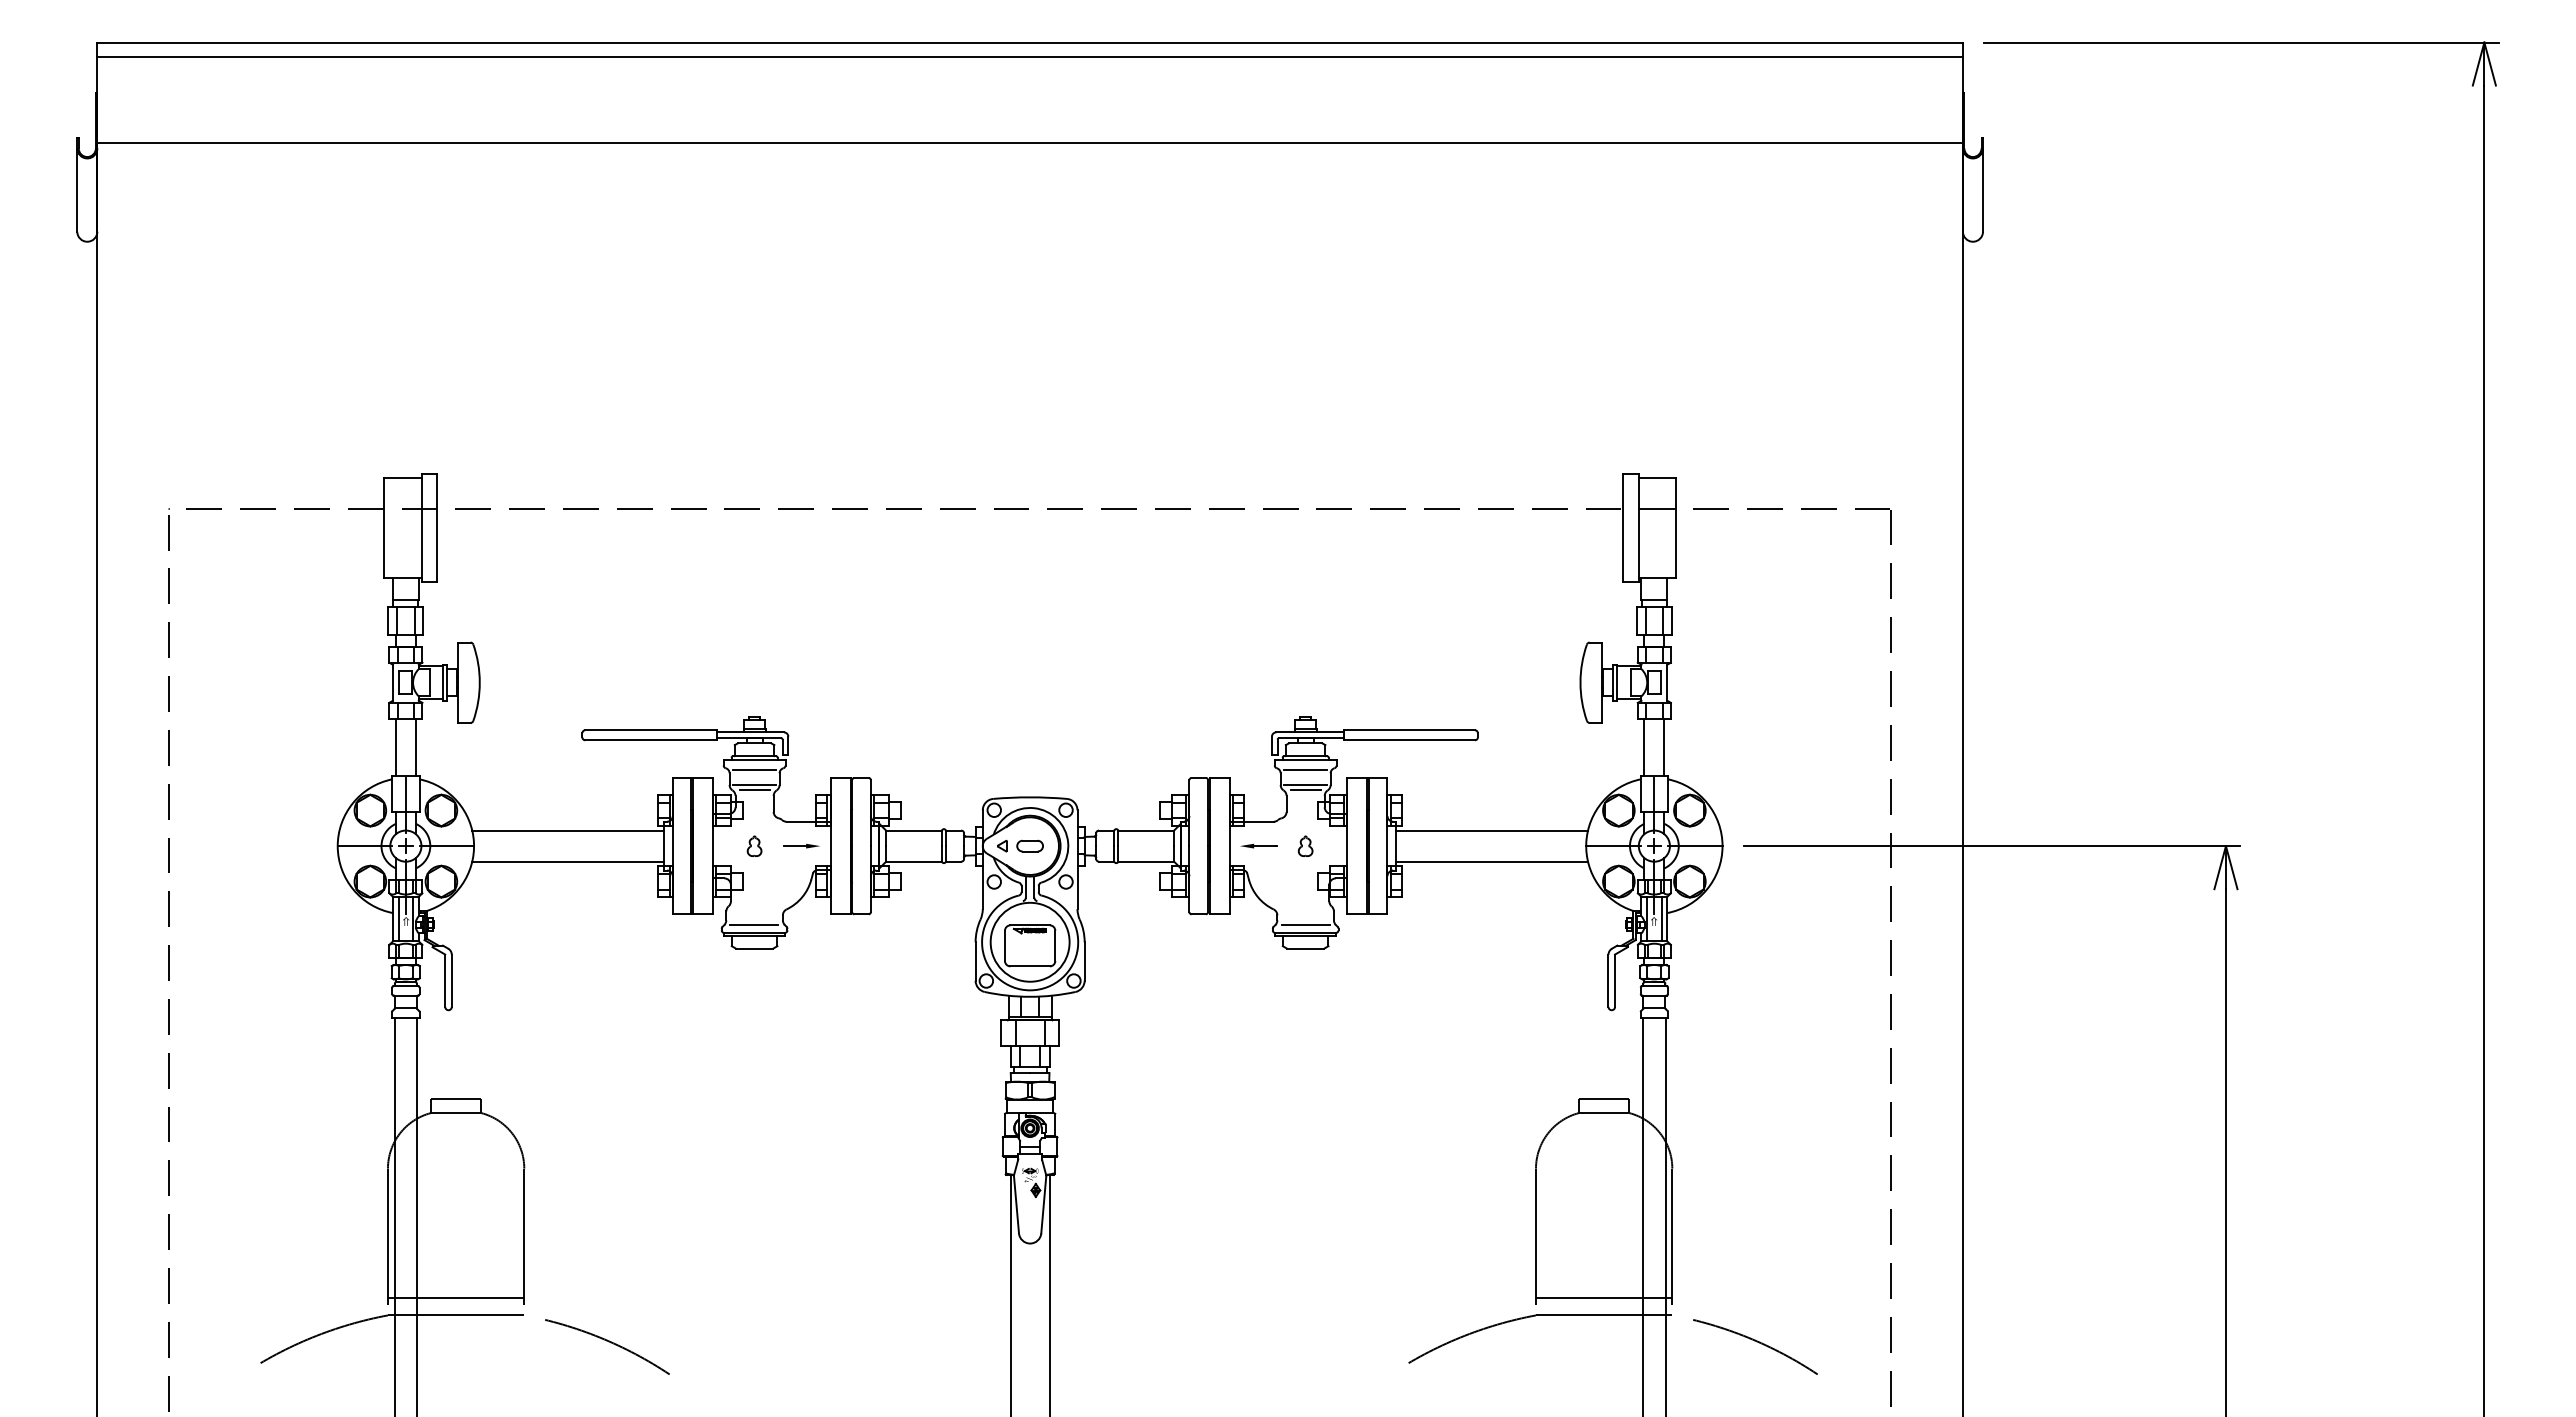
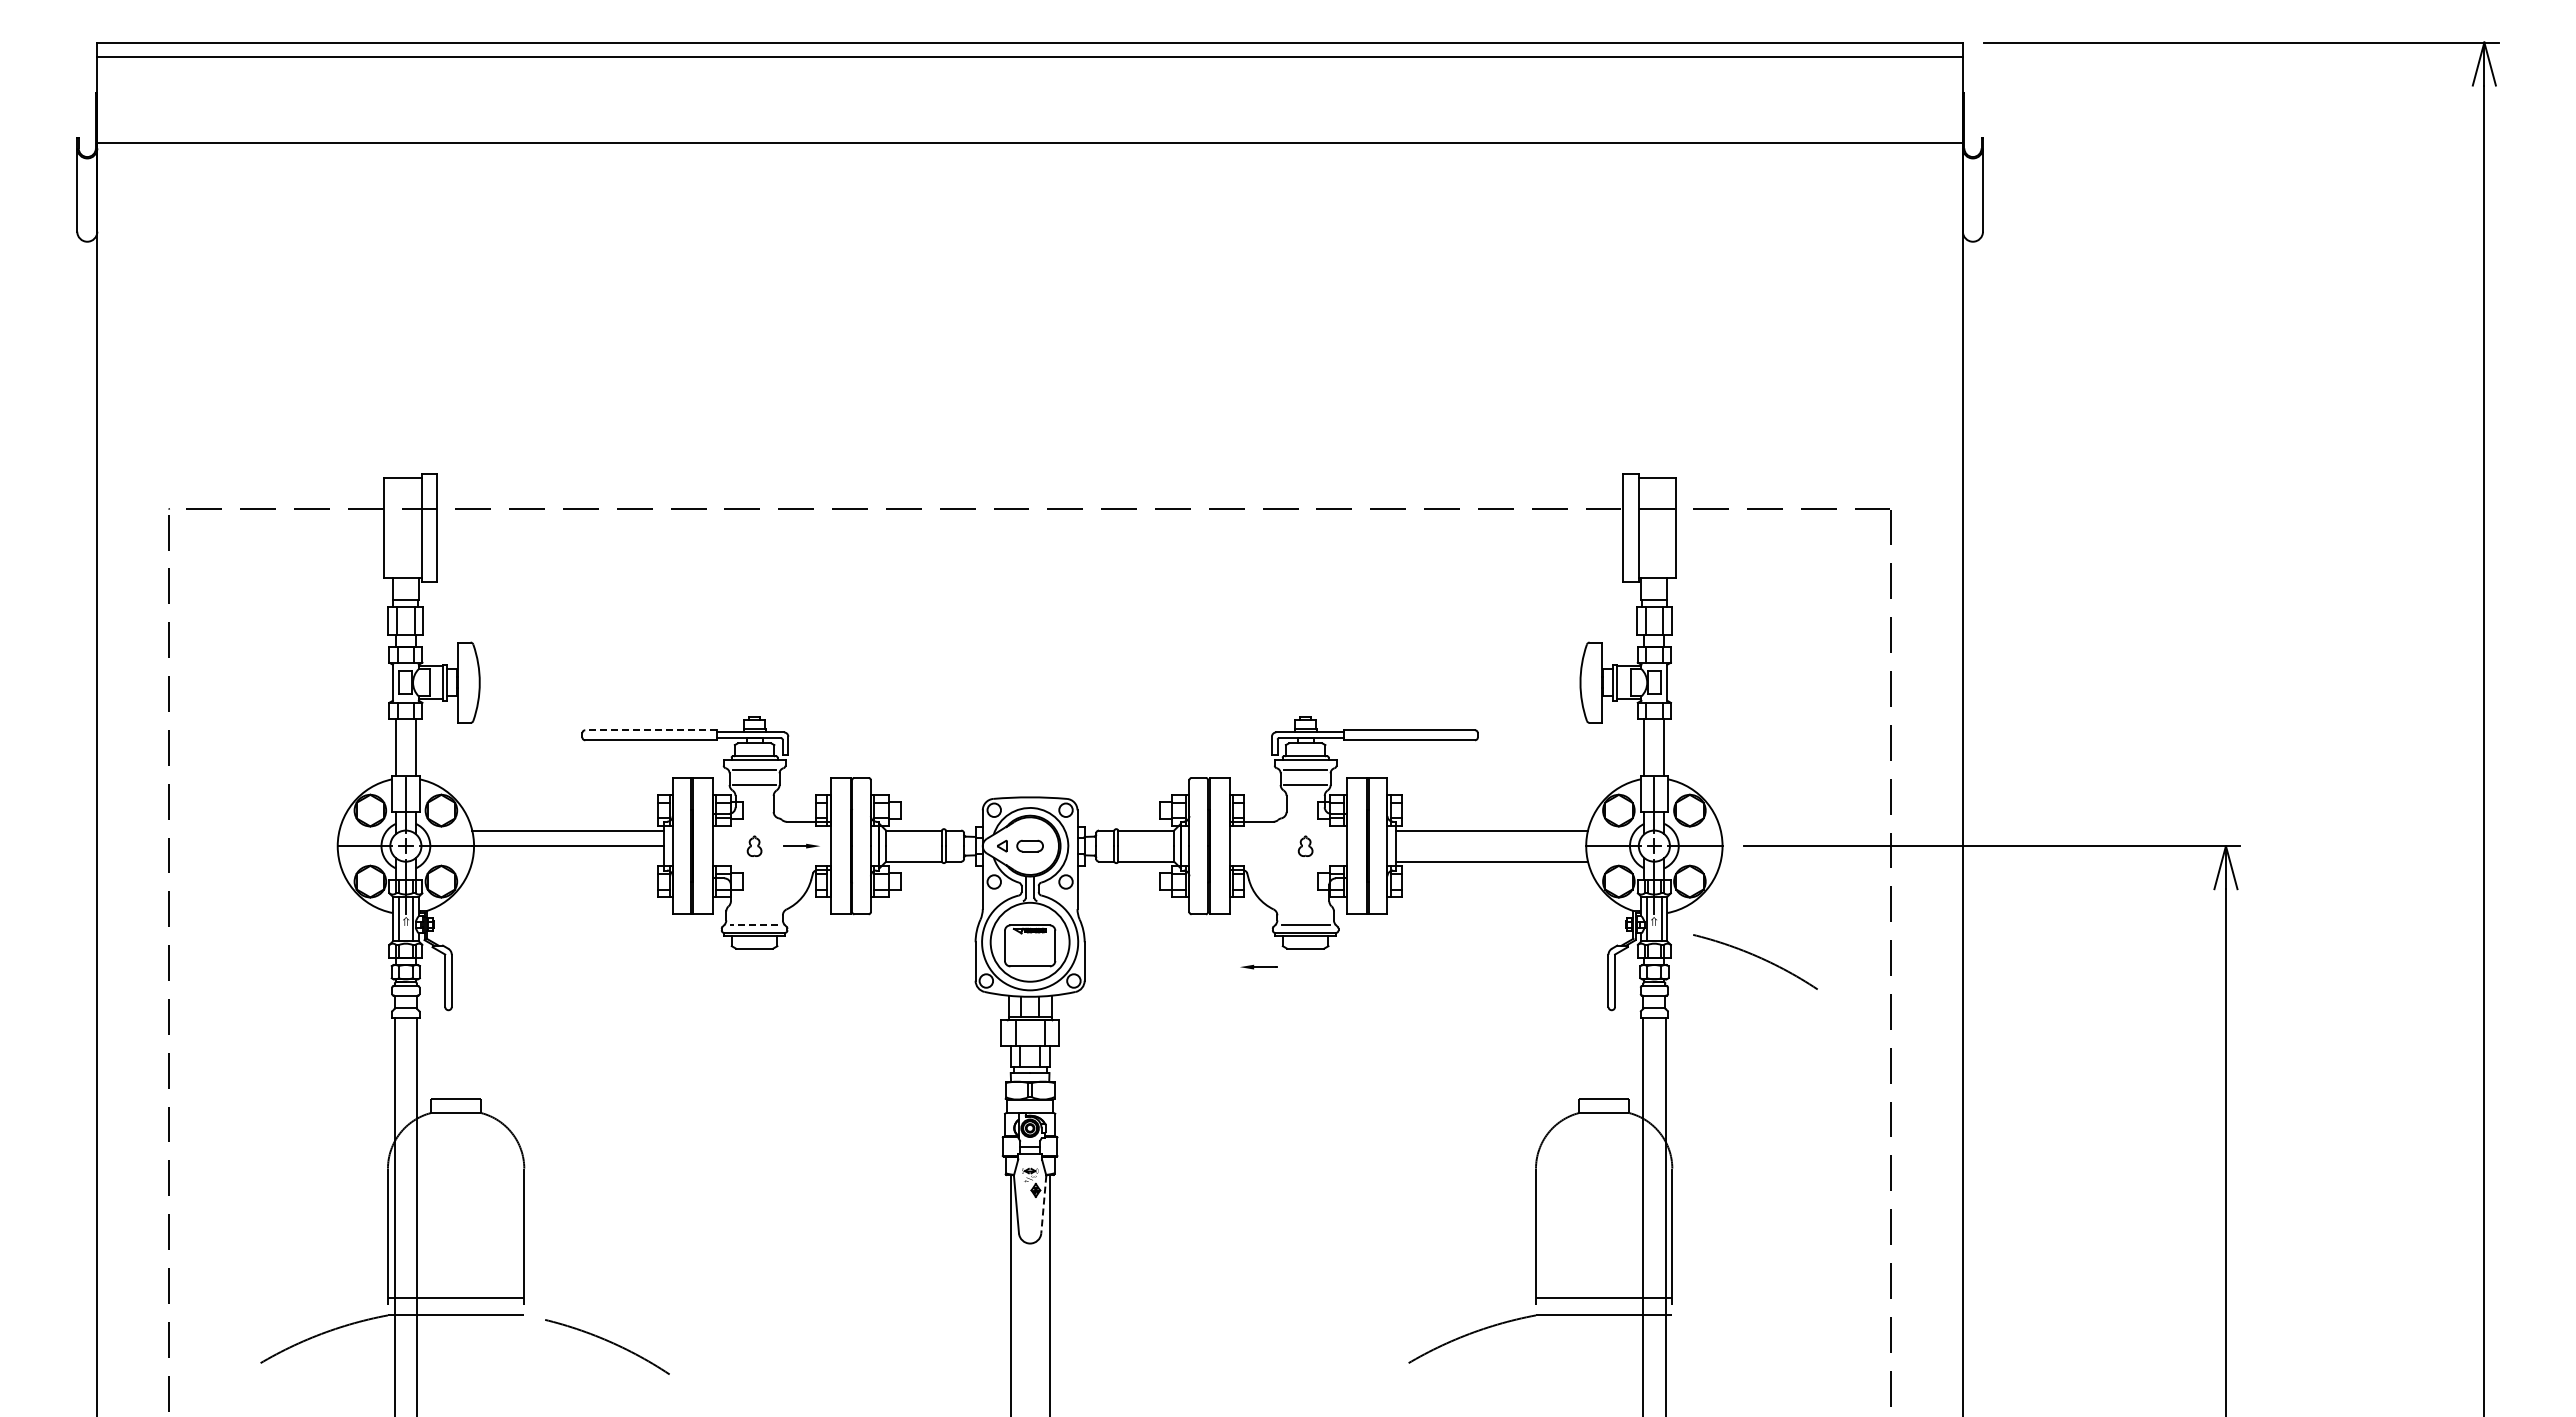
line at (650, 730): solid -> dashed
line at (754, 790): present -> none
line at (1305, 790): present -> none
part at (1258, 845) position: (1258, 845) -> (1258, 966)
line at (568, 861) position: (568, 861) -> (568, 845)
line at (754, 925): solid -> dashed
line at (1043, 1204): solid -> dashed
arc at (1756, 1342) position: (1756, 1342) -> (1756, 957)
